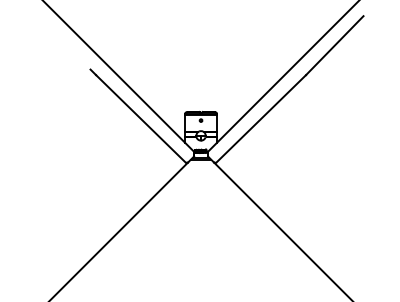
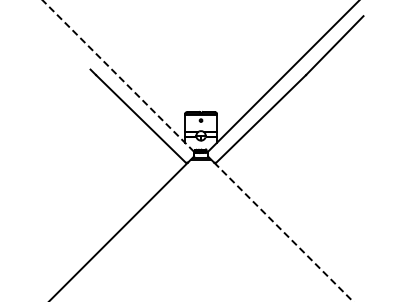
line at (117, 75): solid -> dashed
line at (283, 232): solid -> dashed
